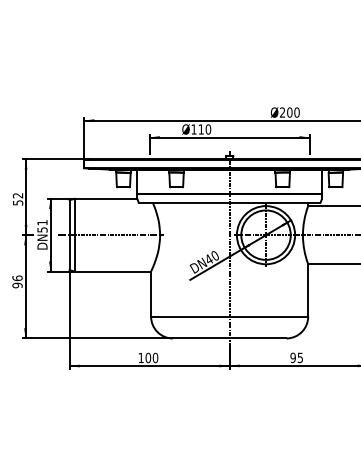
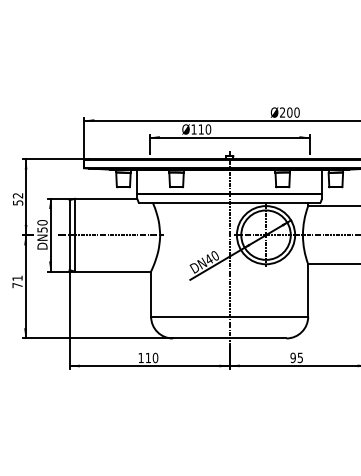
text at (42, 222): 51 -> 50
text at (17, 281): 96 -> 71
text at (148, 357): 100 -> 110
